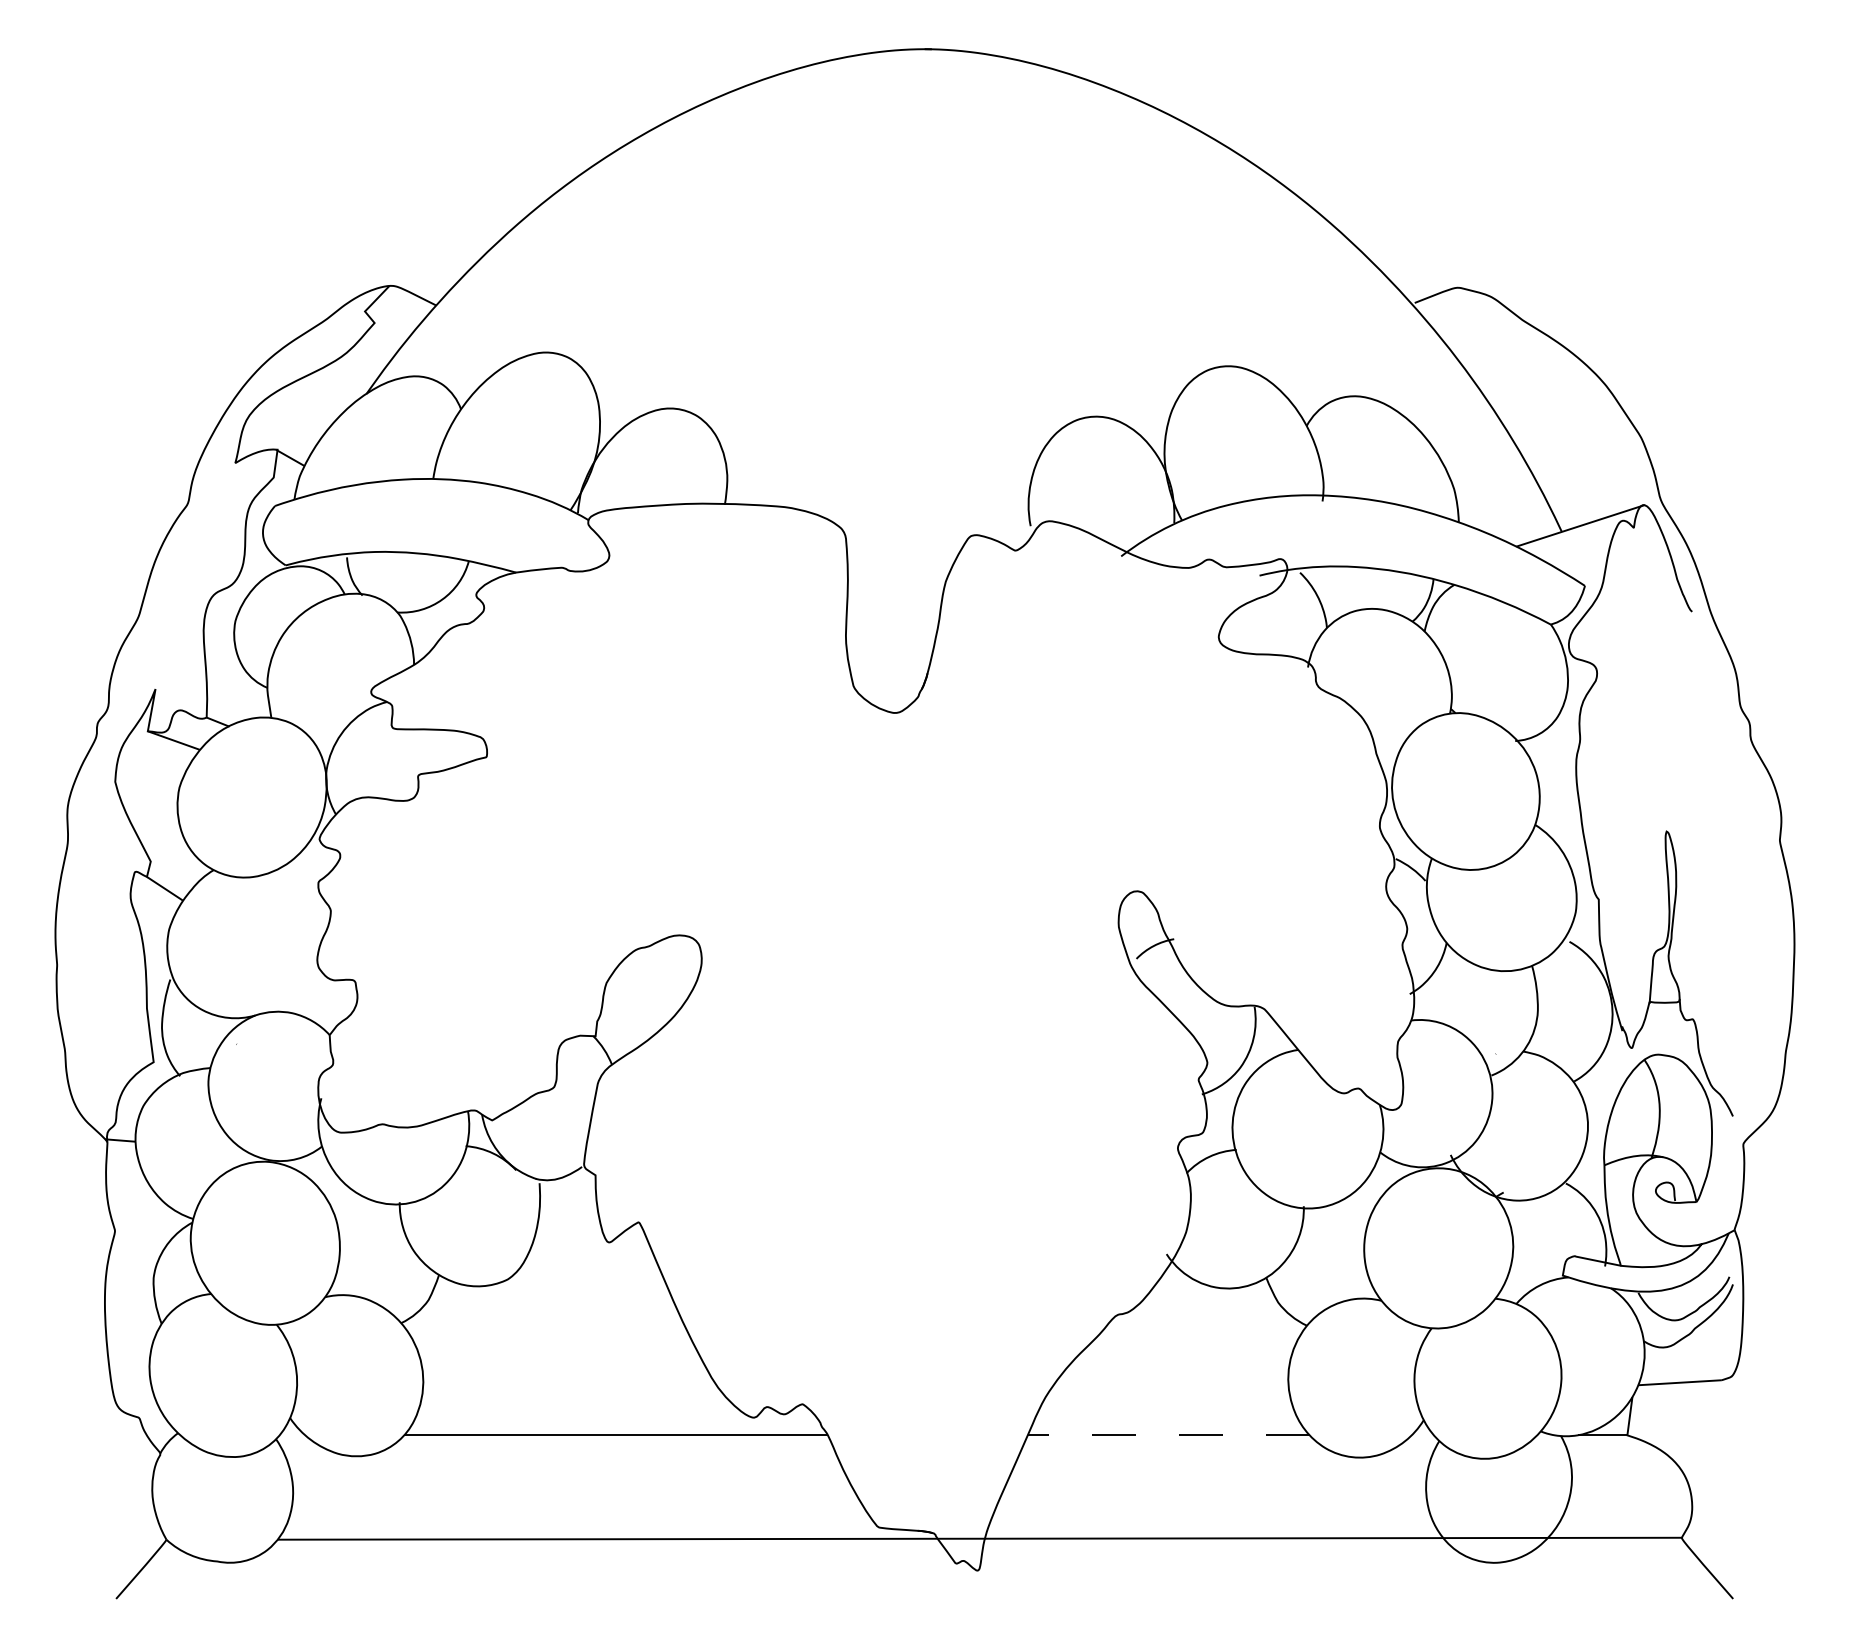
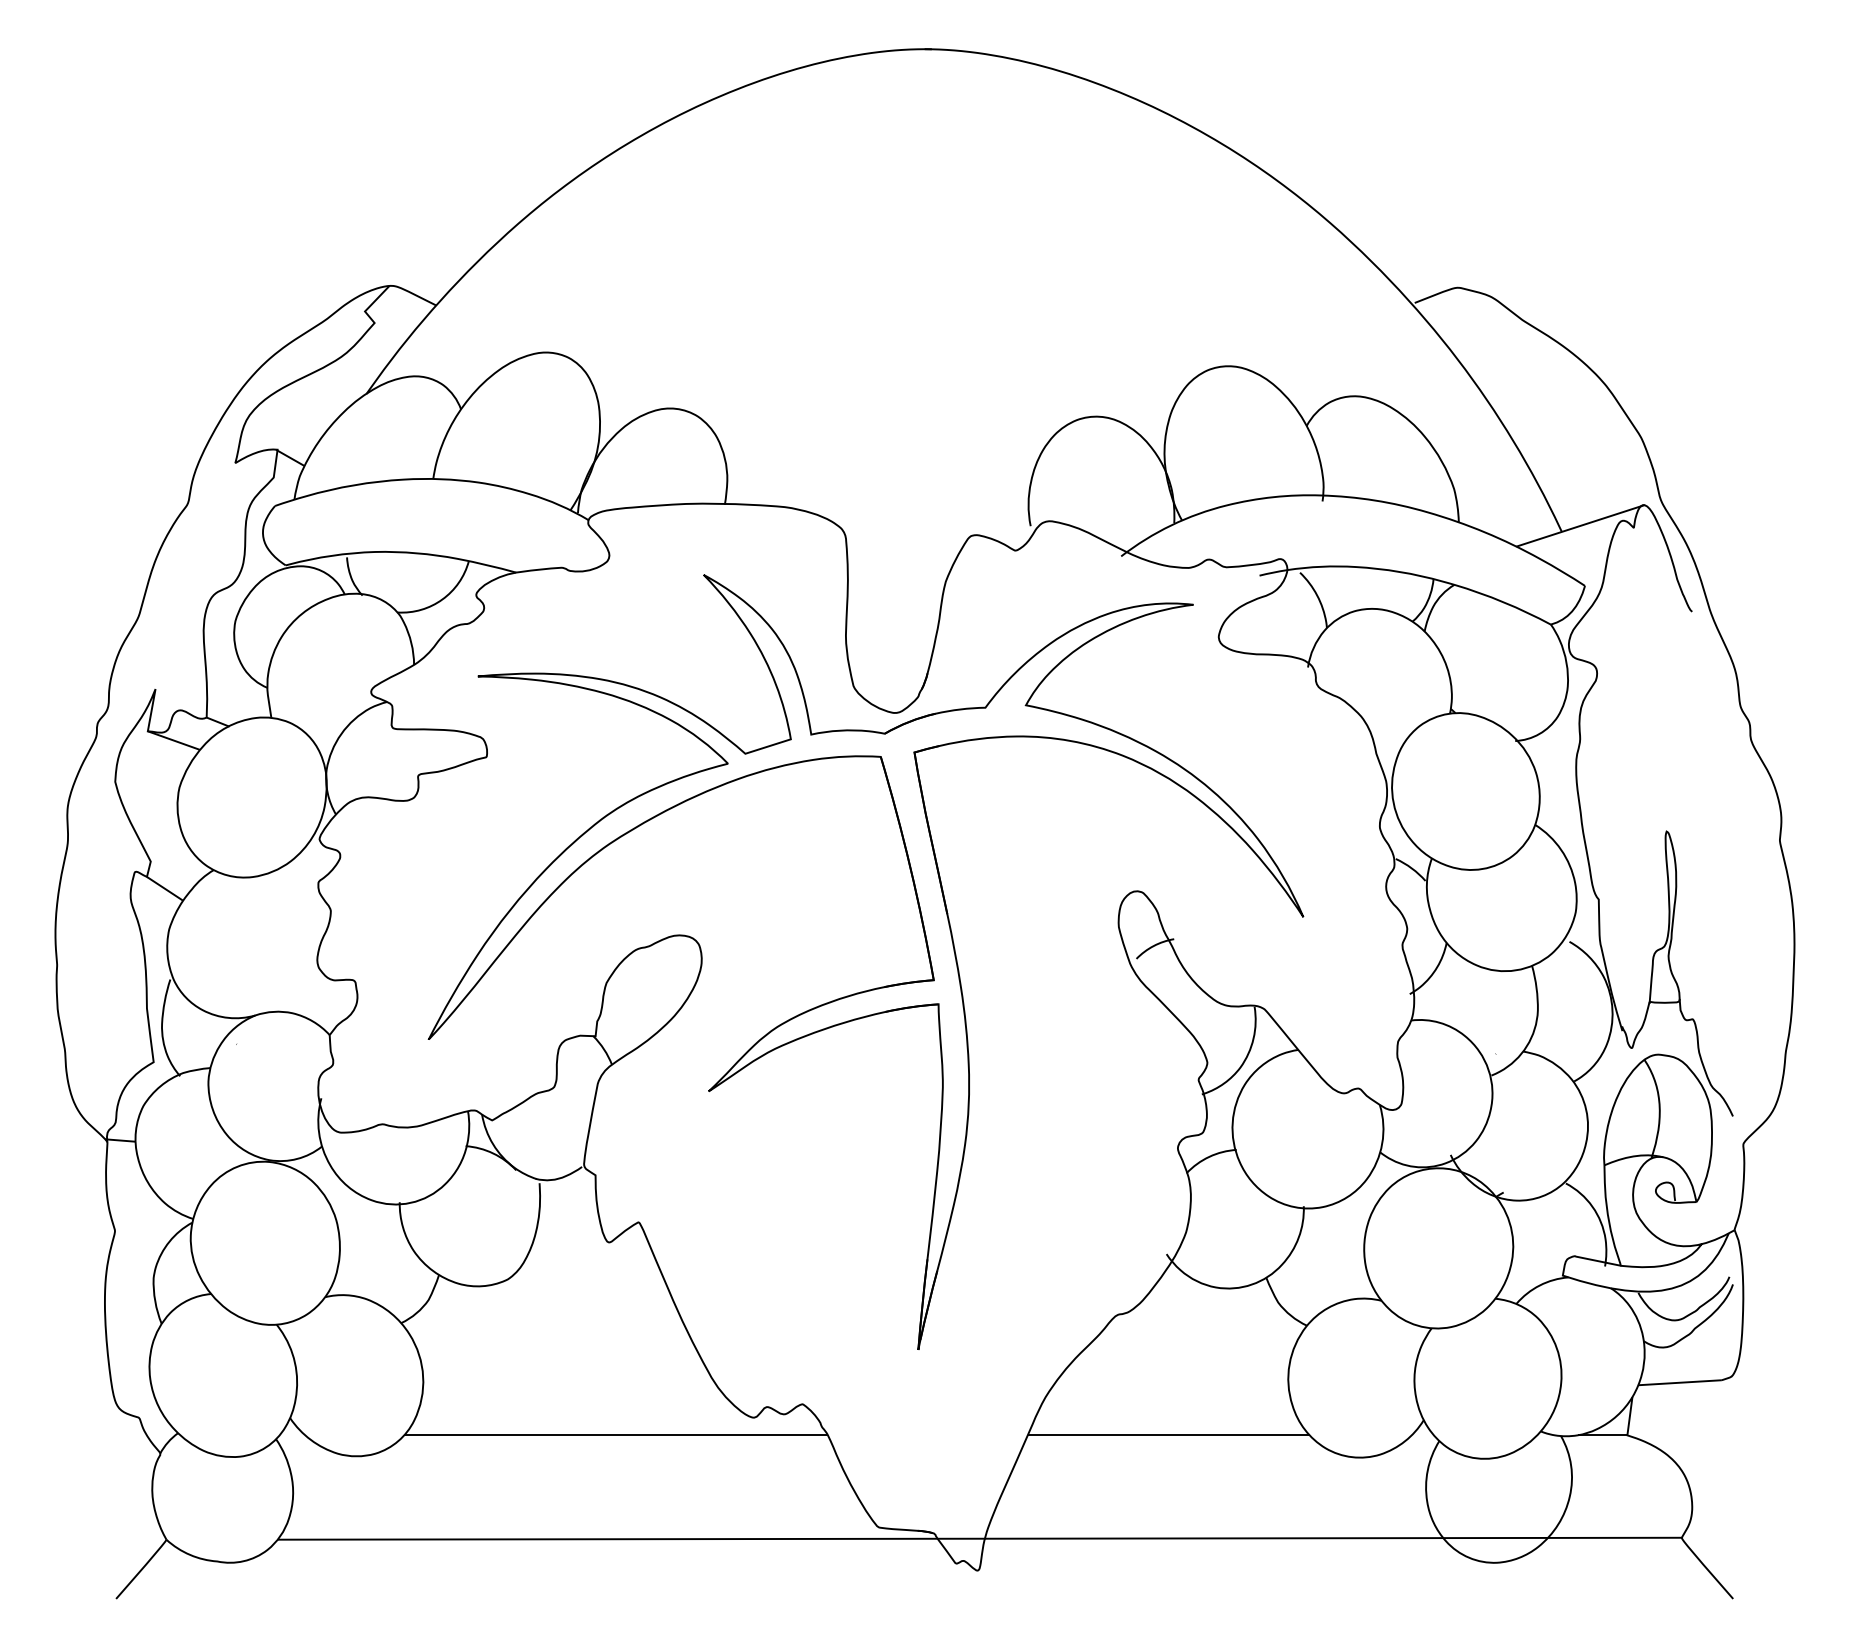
part at (872, 988): none -> present
line at (1168, 1435): dashed -> solid
